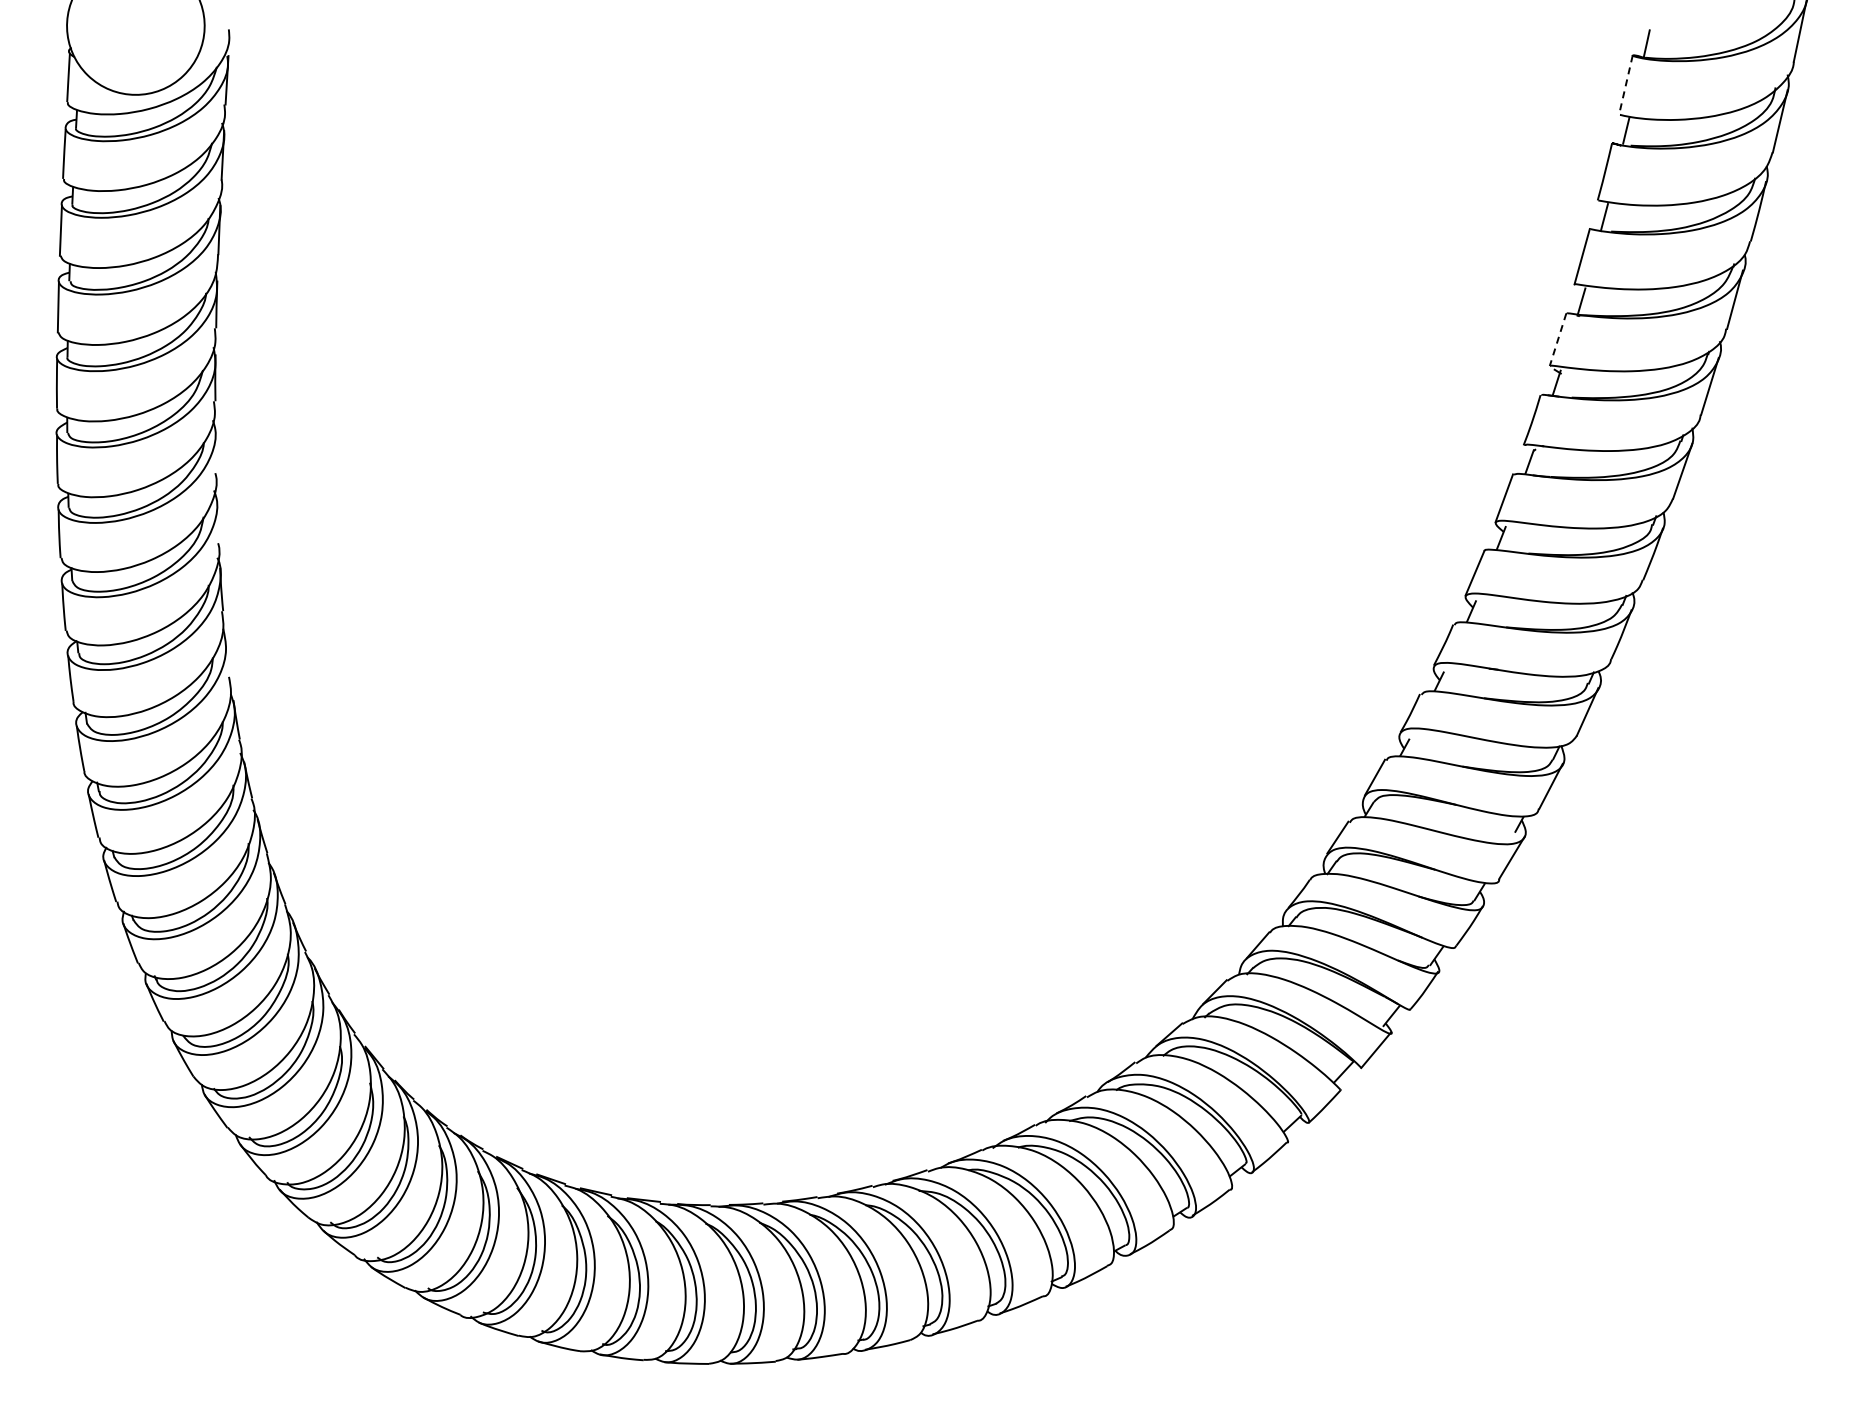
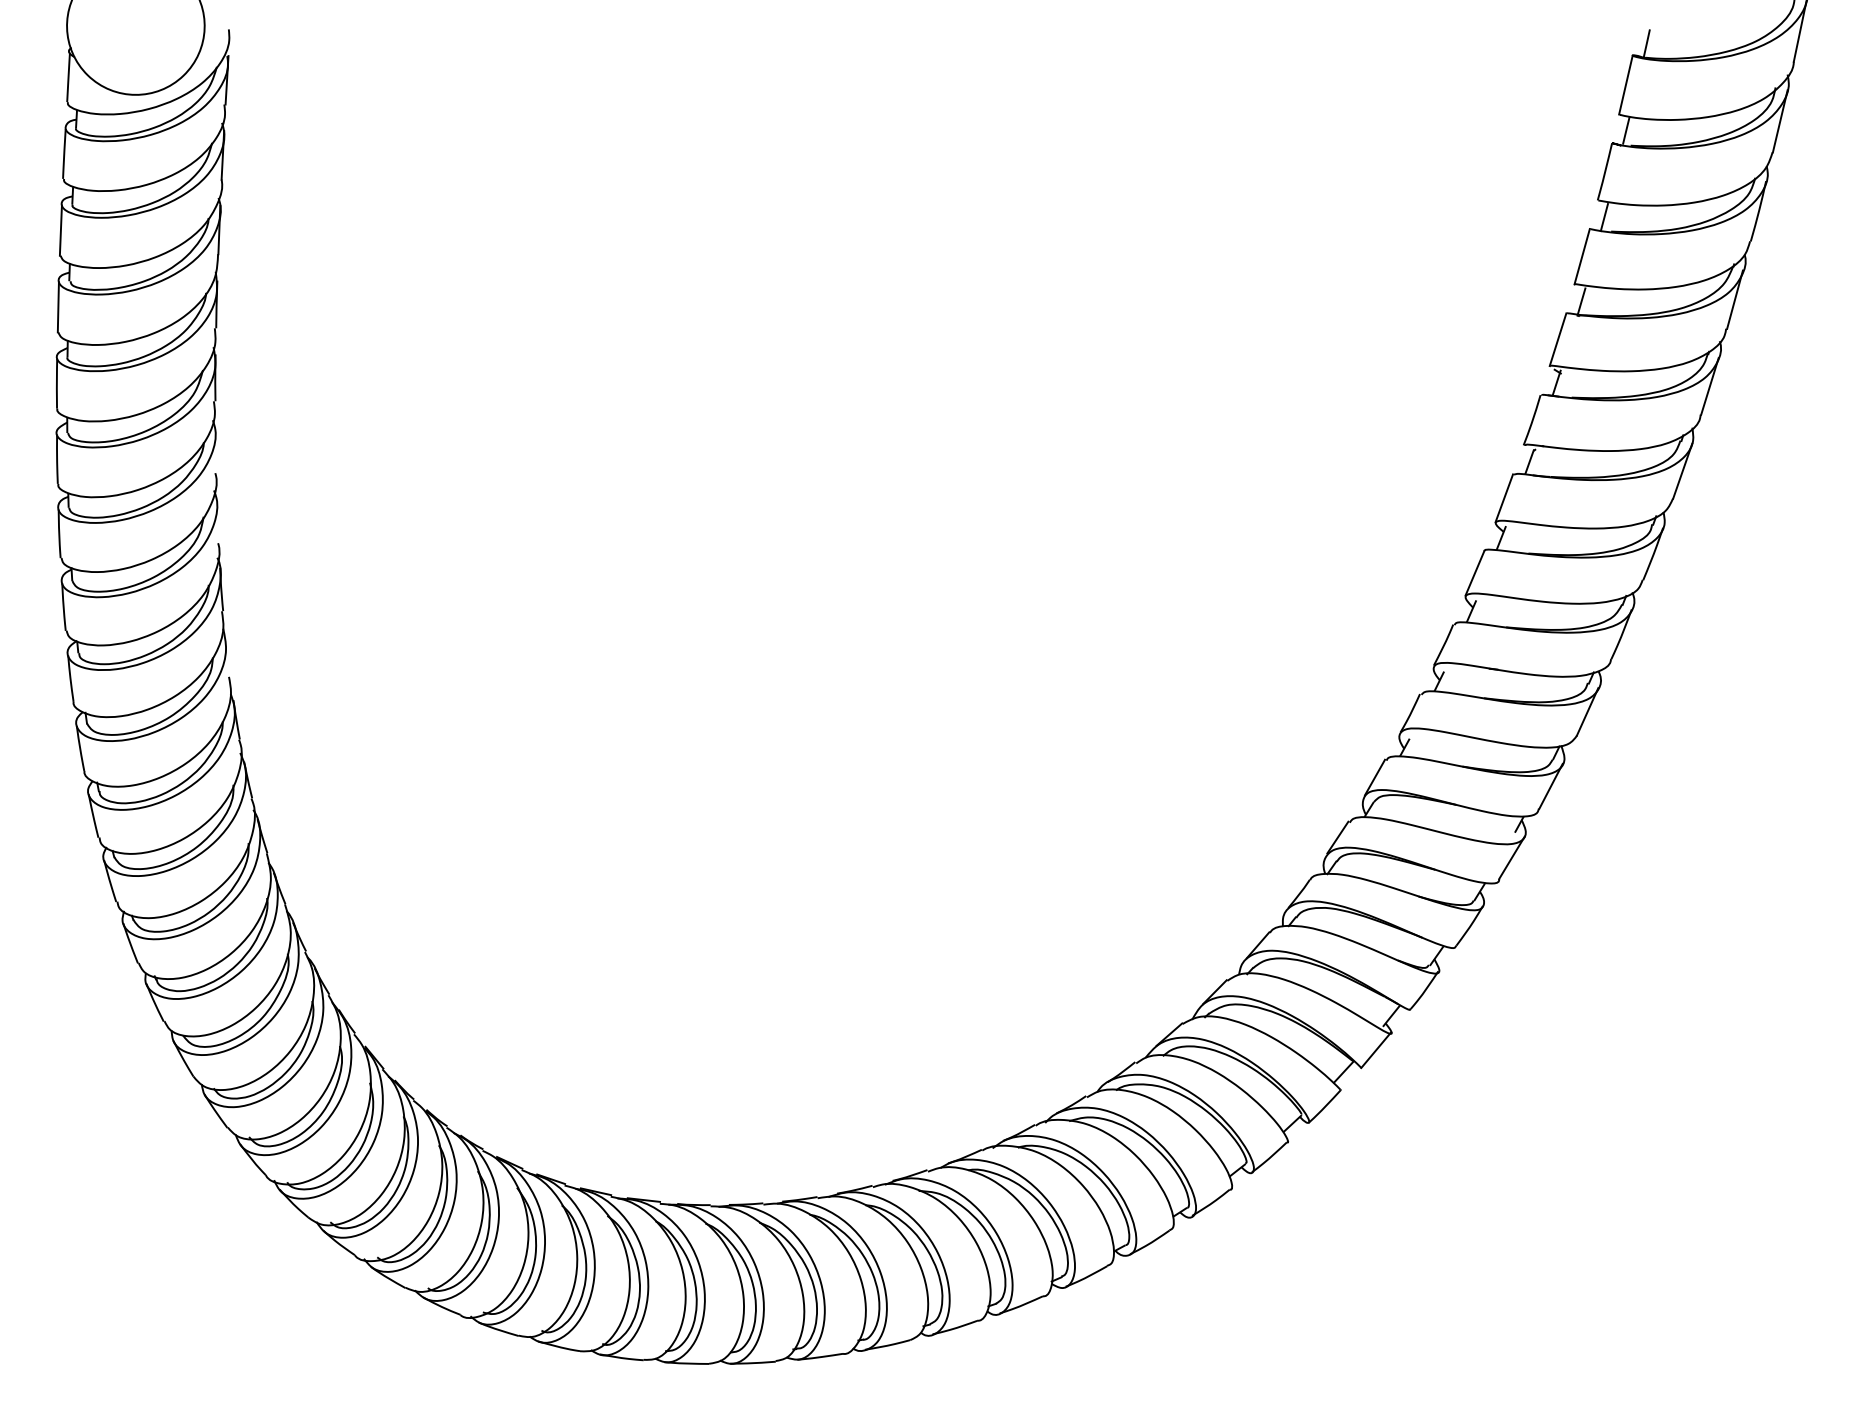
line at (1625, 85): dashed -> solid
line at (1558, 339): dashed -> solid
